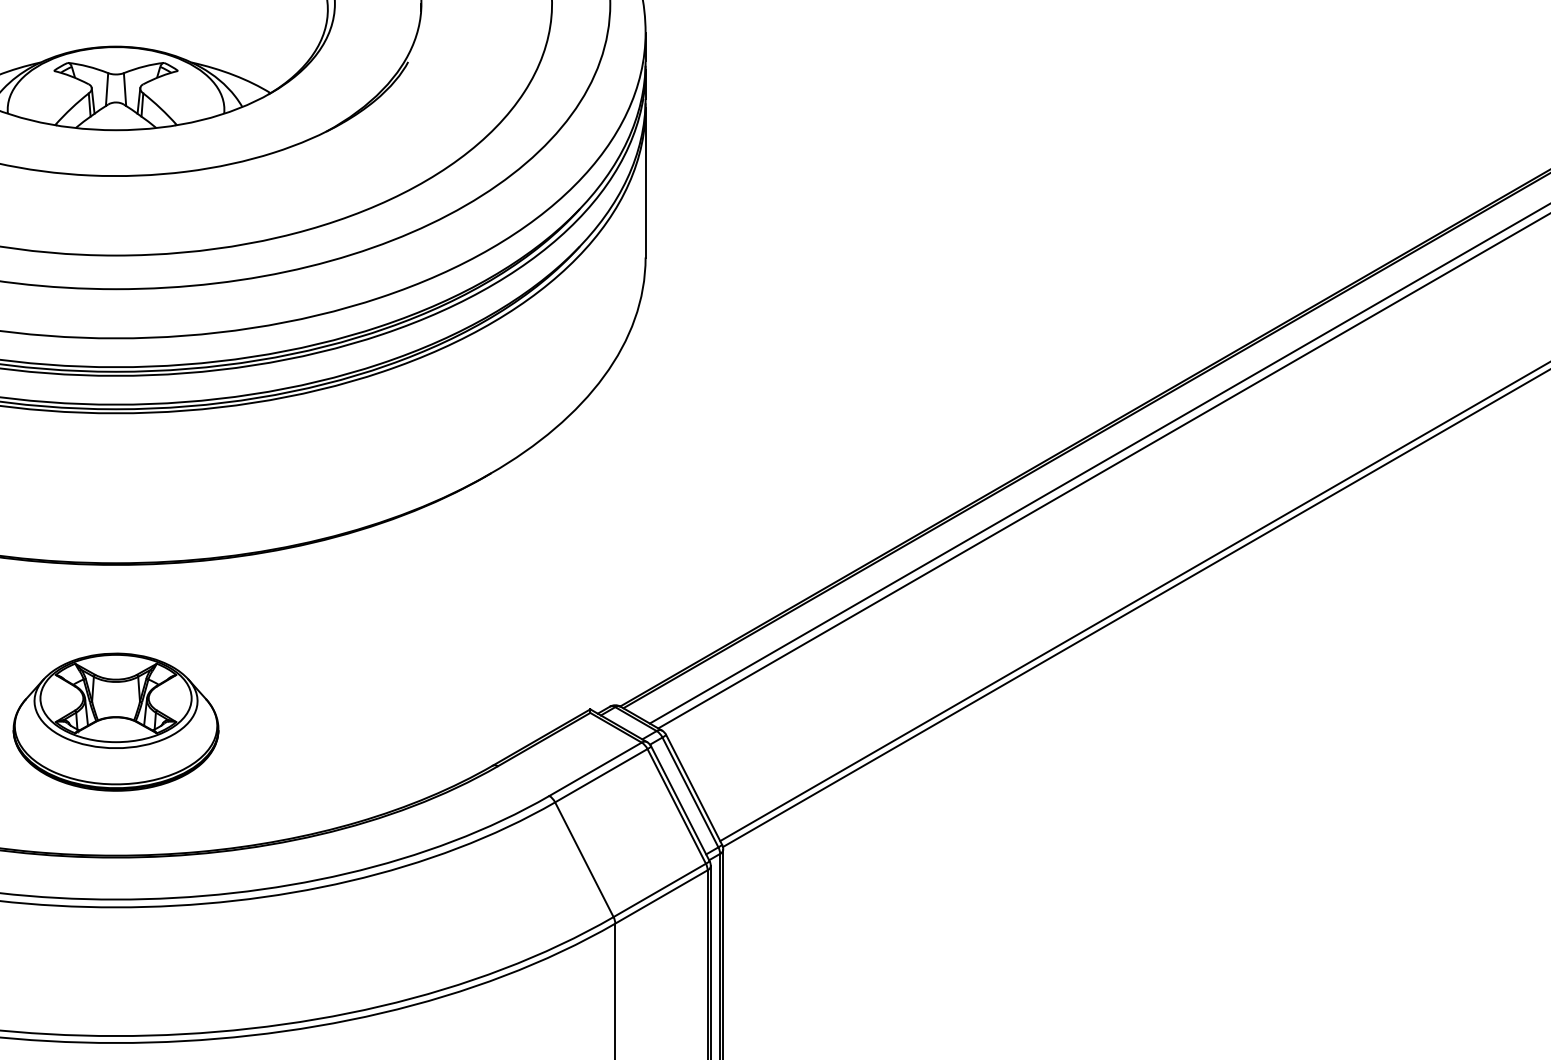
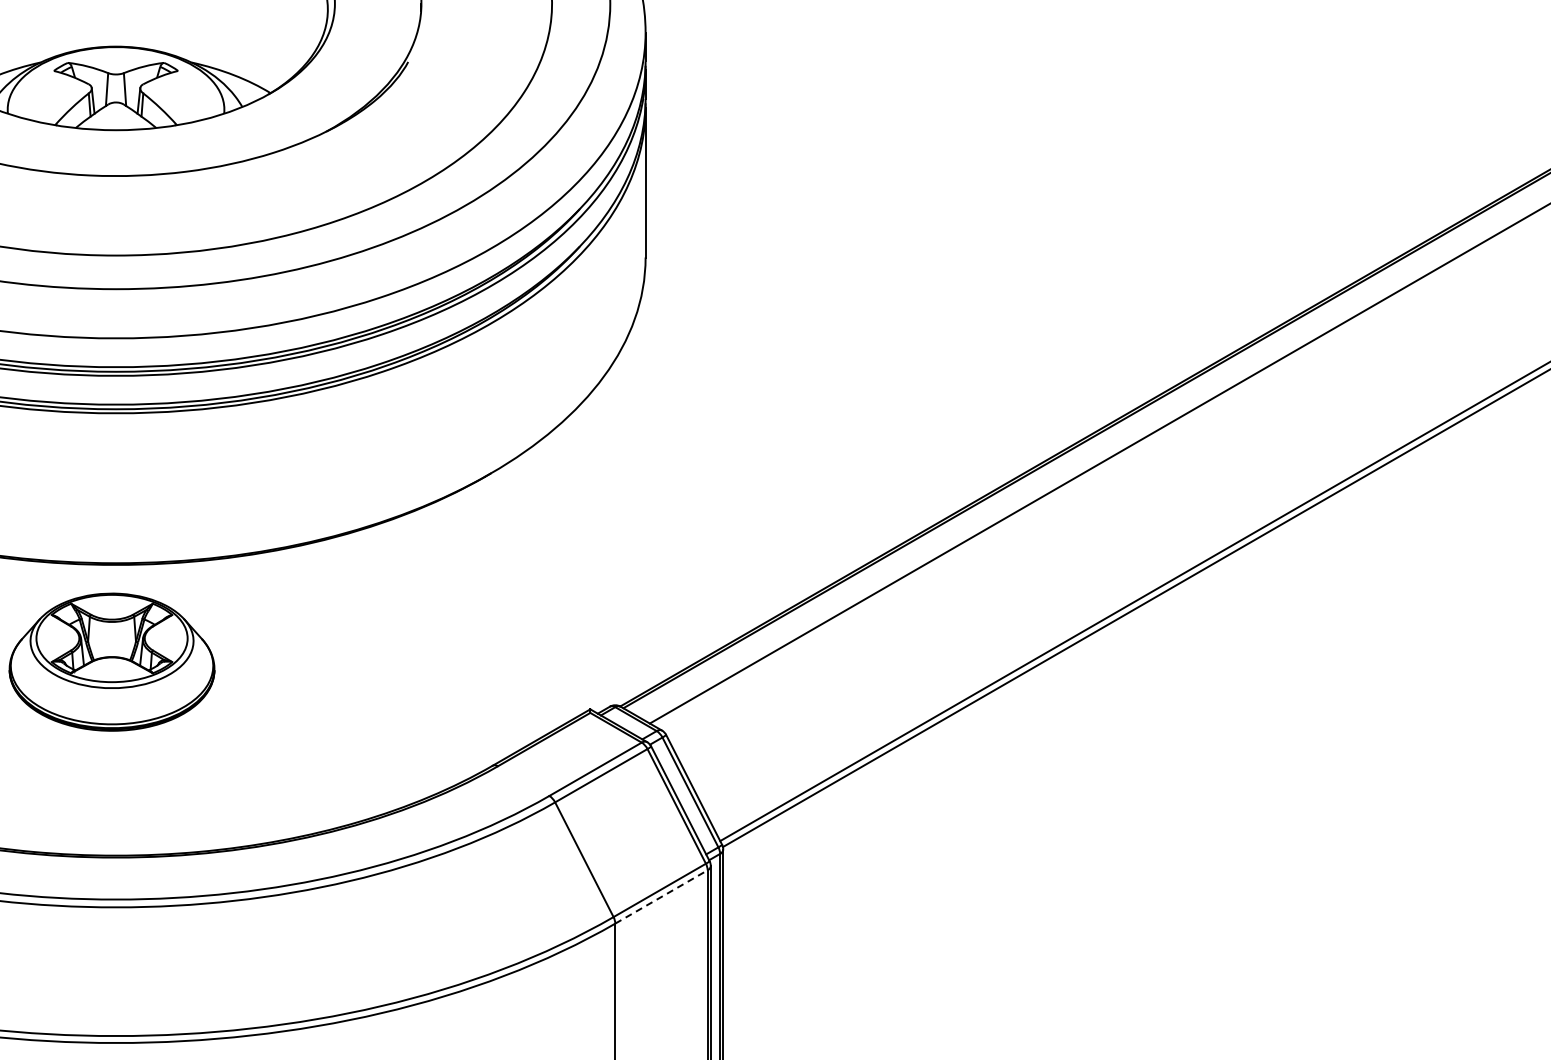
line at (1102, 471): present -> none
part at (115, 721) position: (115, 721) -> (111, 661)
line at (661, 896): solid -> dashed
